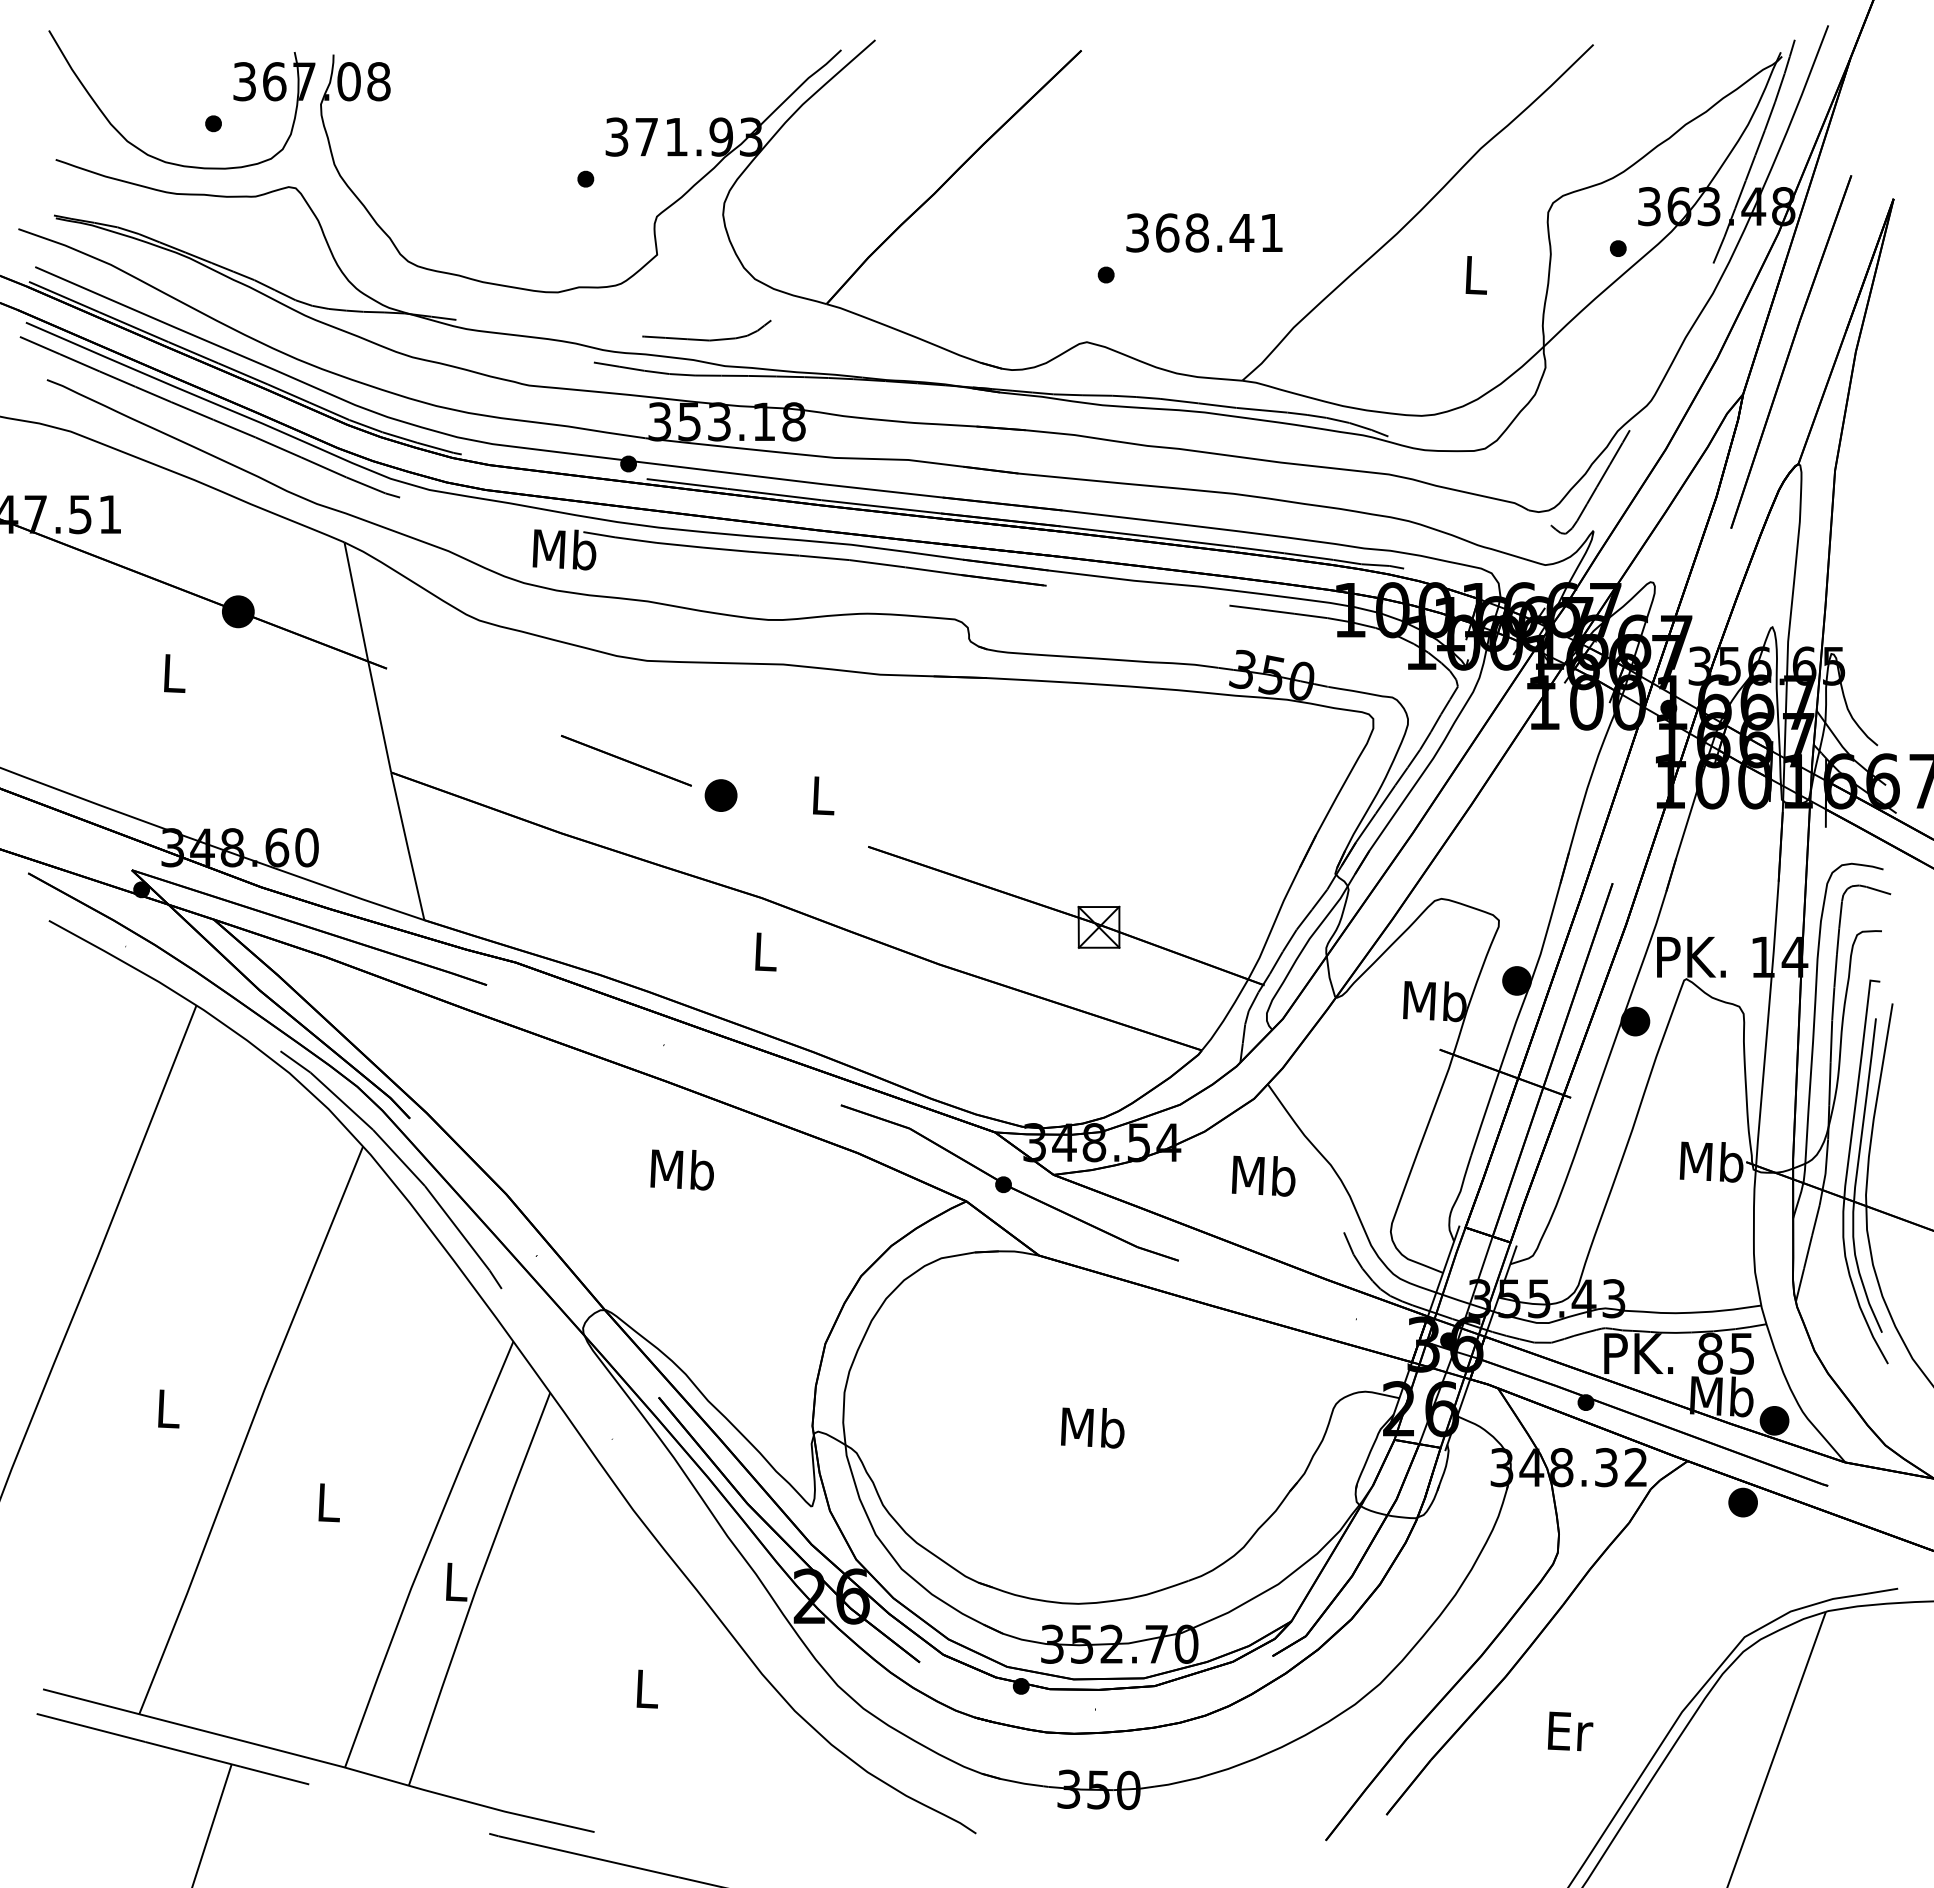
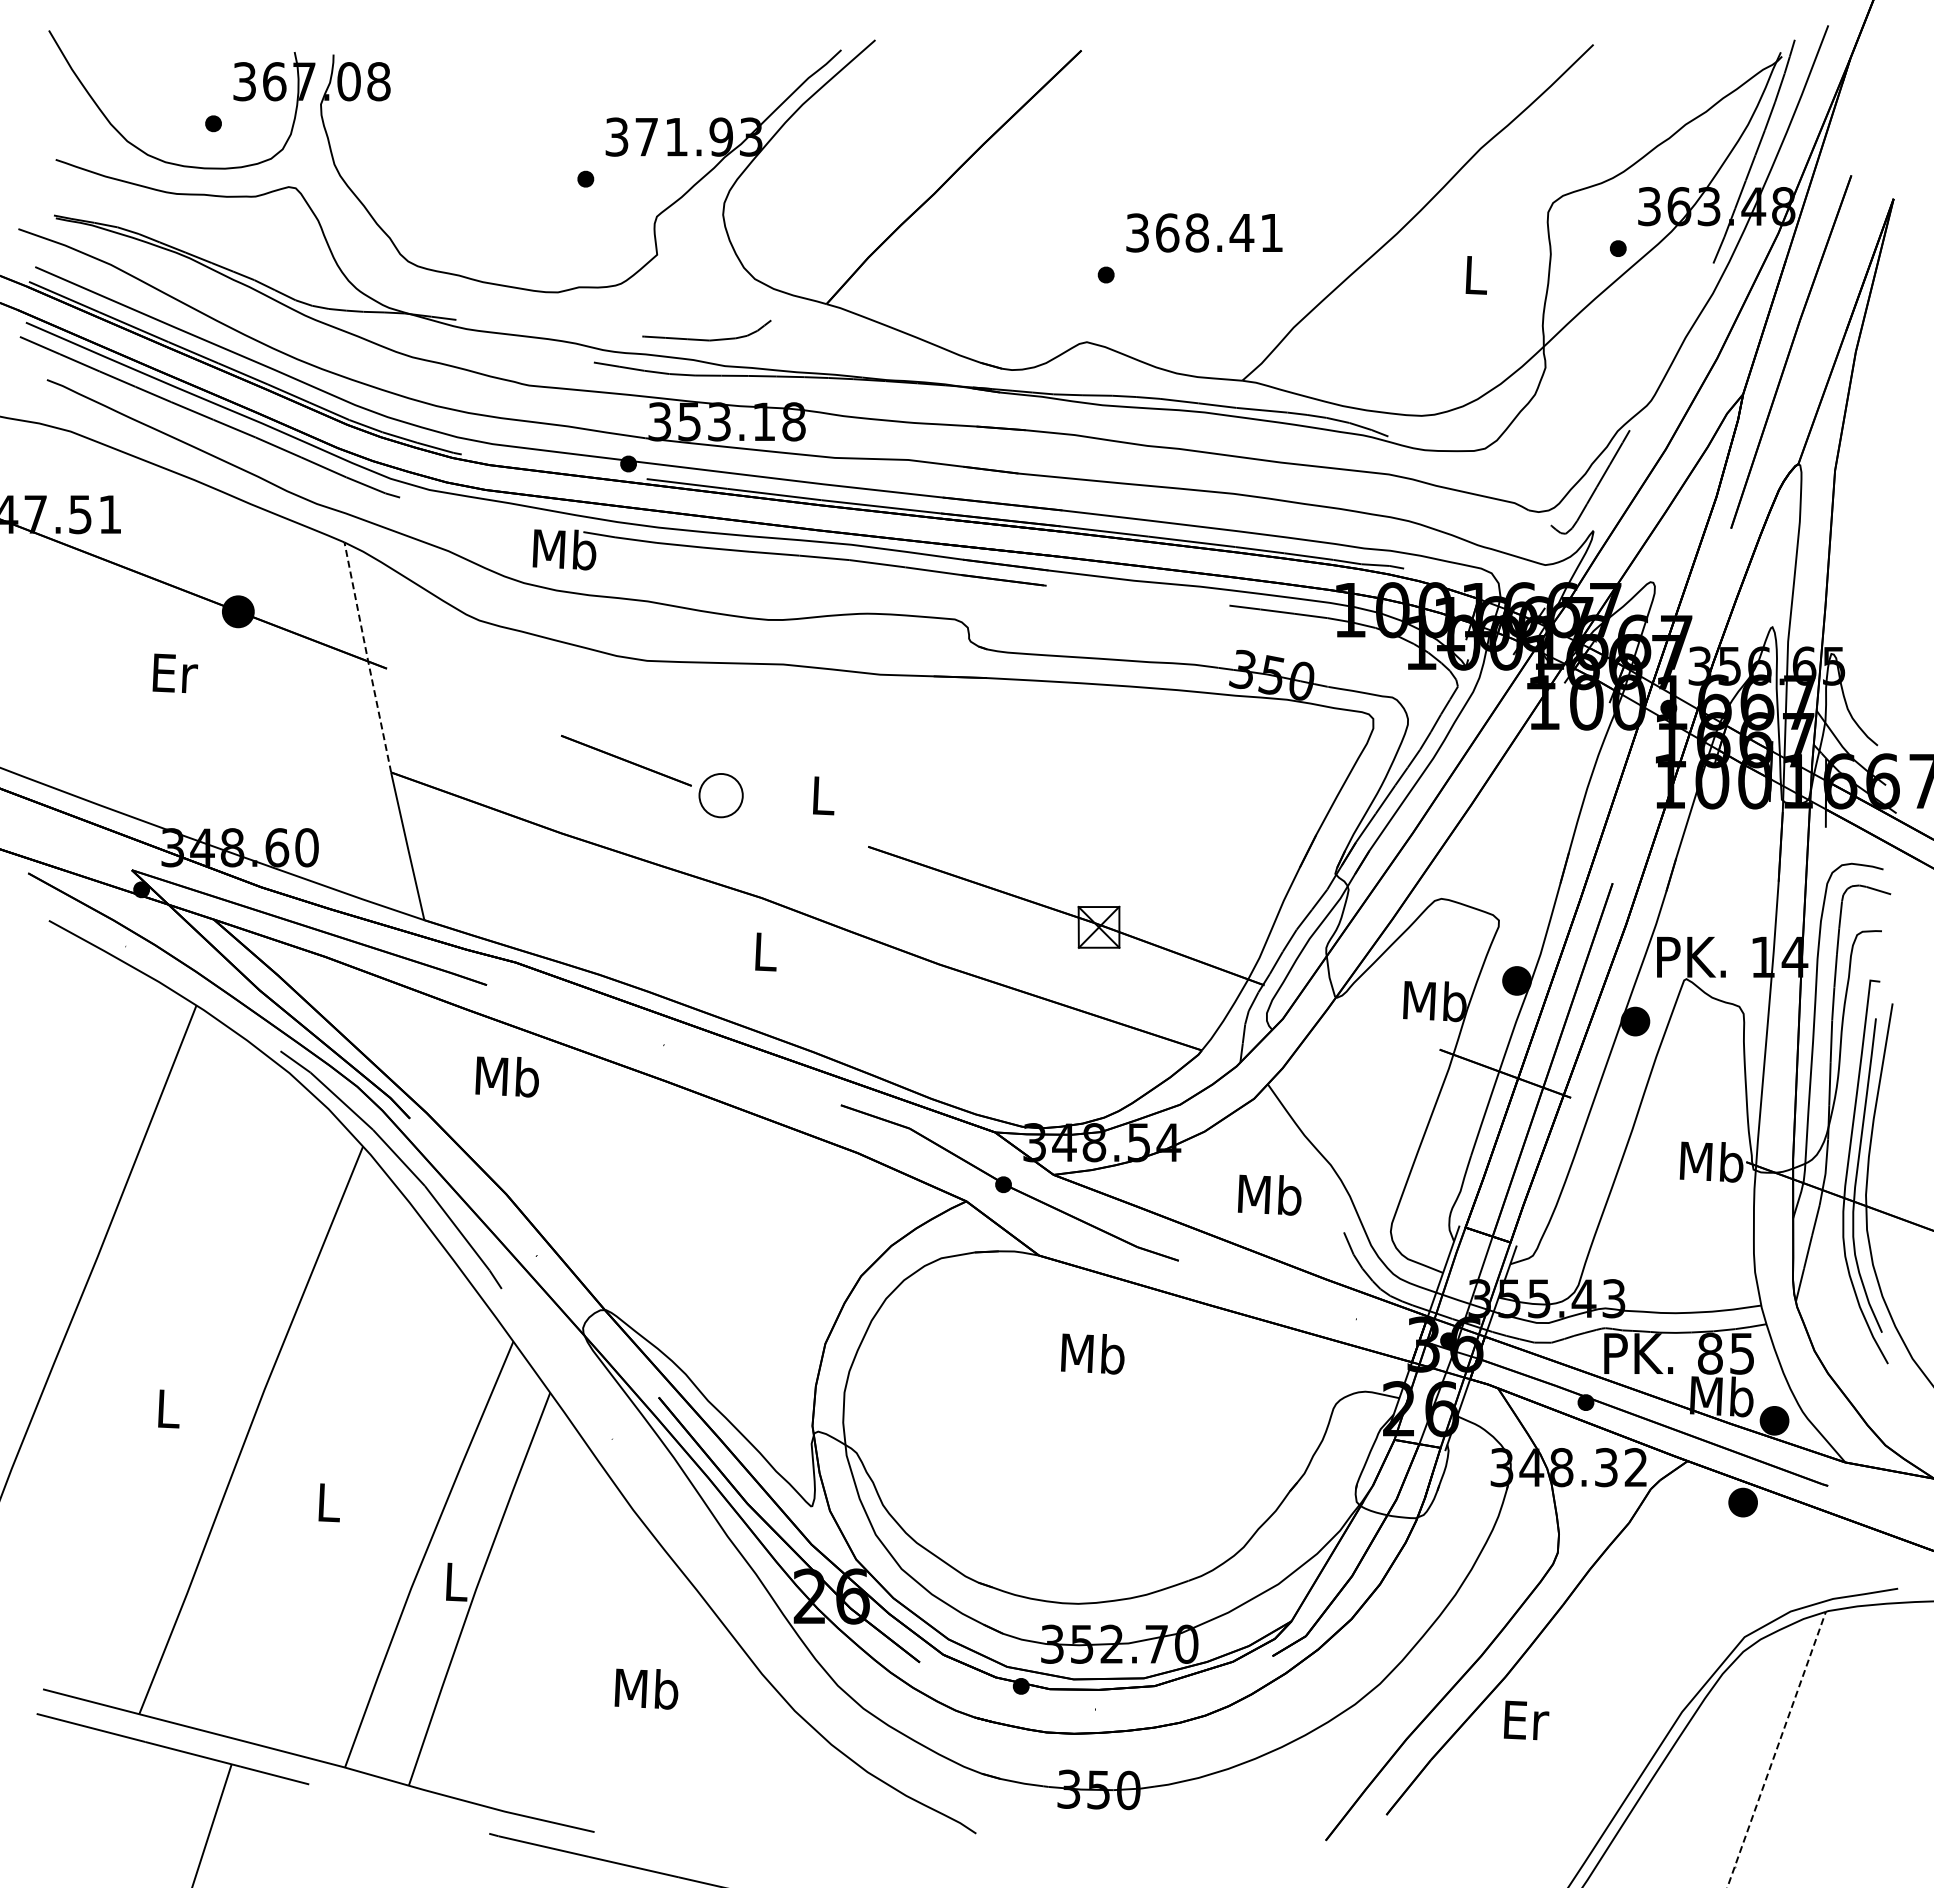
line at (367, 657): solid -> dashed
text at (175, 672): L -> Er
part at (720, 795) size: 34x33 px -> 46x46 px
text at (681, 1169) position: (681, 1169) -> (506, 1076)
text at (1263, 1175) position: (1263, 1175) -> (1269, 1194)
text at (1092, 1427) position: (1092, 1427) -> (1092, 1353)
text at (646, 1688): L -> Mb
text at (1570, 1731) position: (1570, 1731) -> (1526, 1720)
line at (1776, 1750): solid -> dashed
